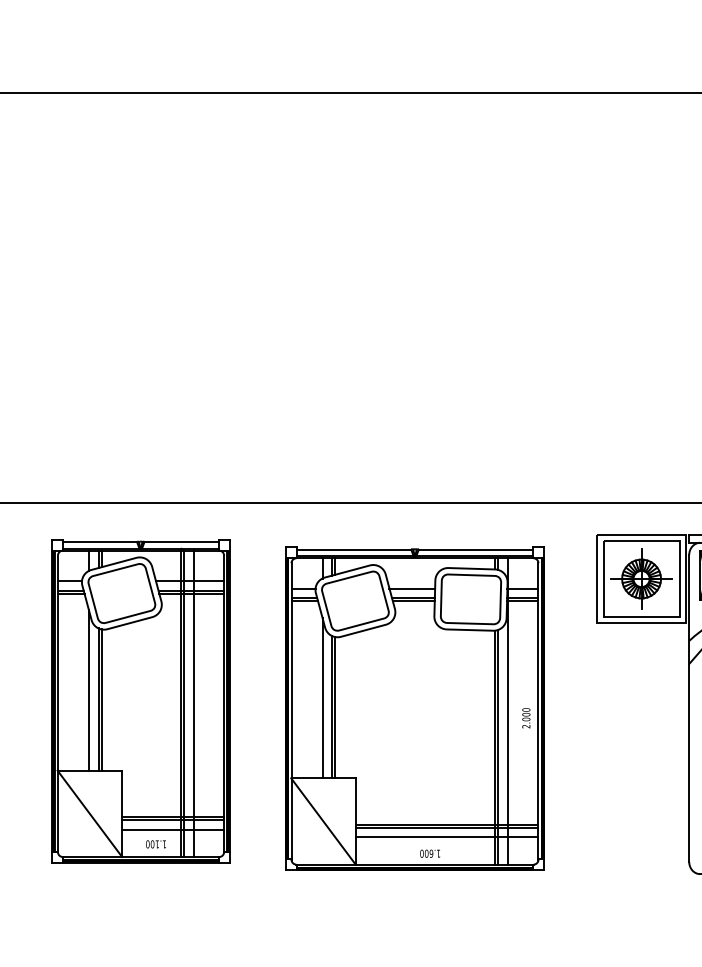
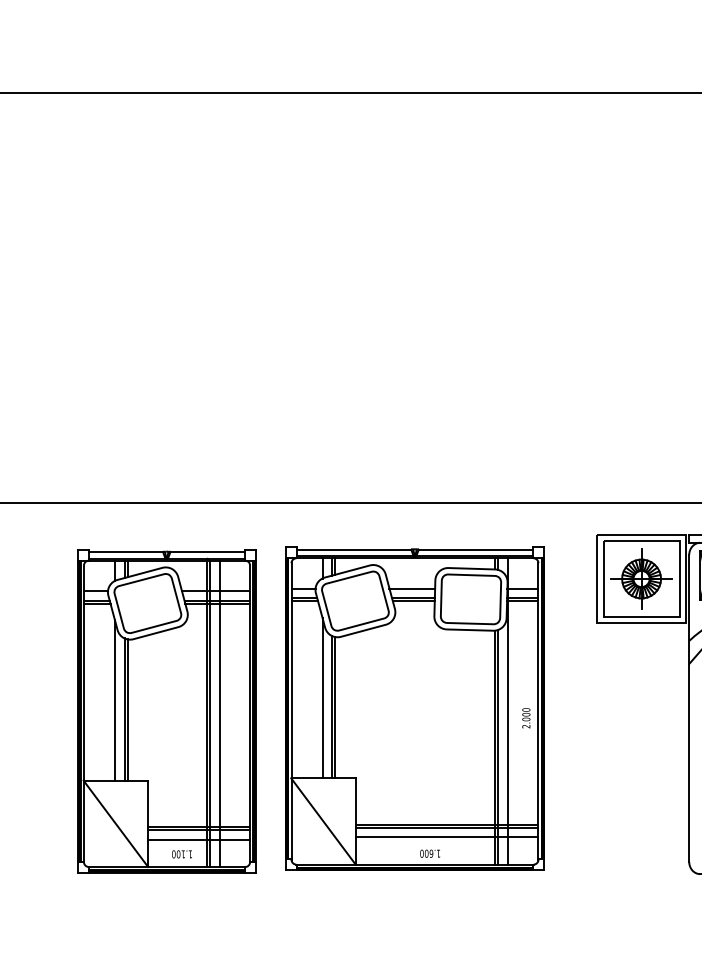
part at (140, 701) position: (140, 701) -> (166, 711)
